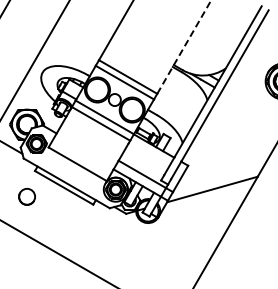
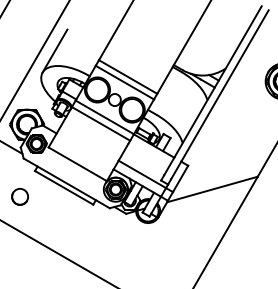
line at (184, 47): dashed -> solid
line at (54, 50): none -> present
circle at (26, 196) position: (26, 196) -> (19, 196)
